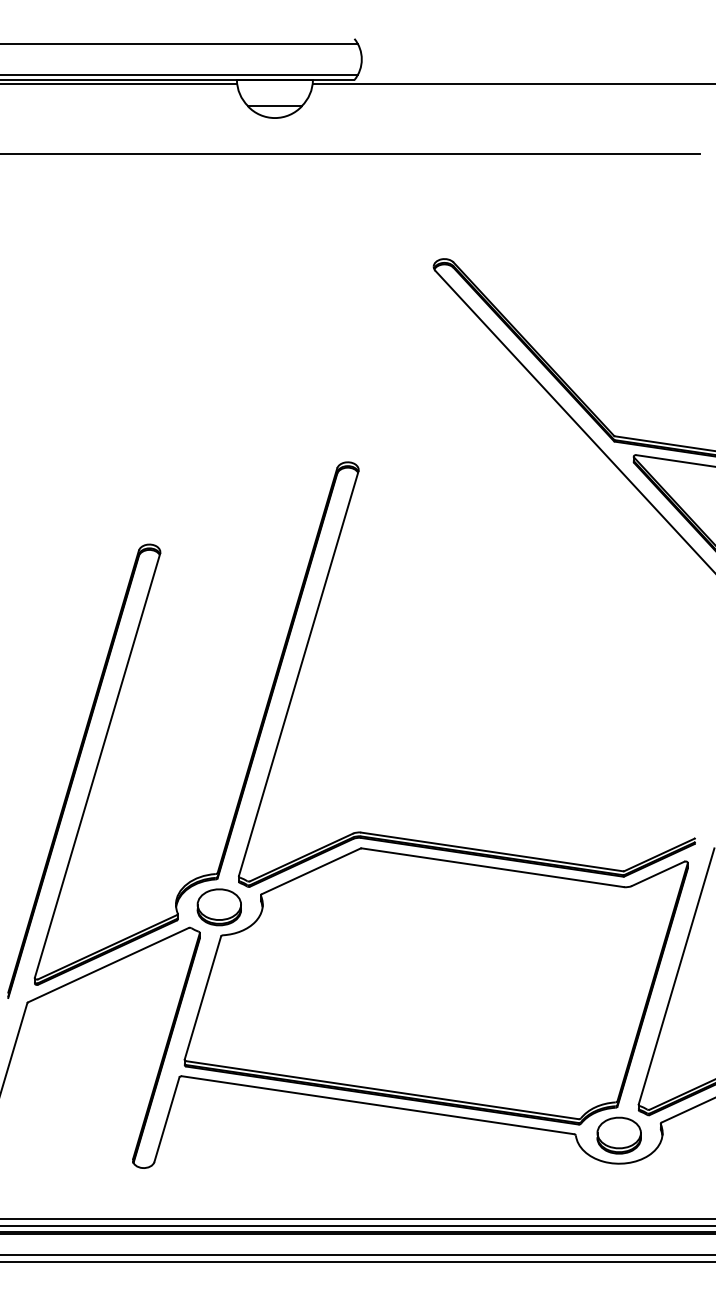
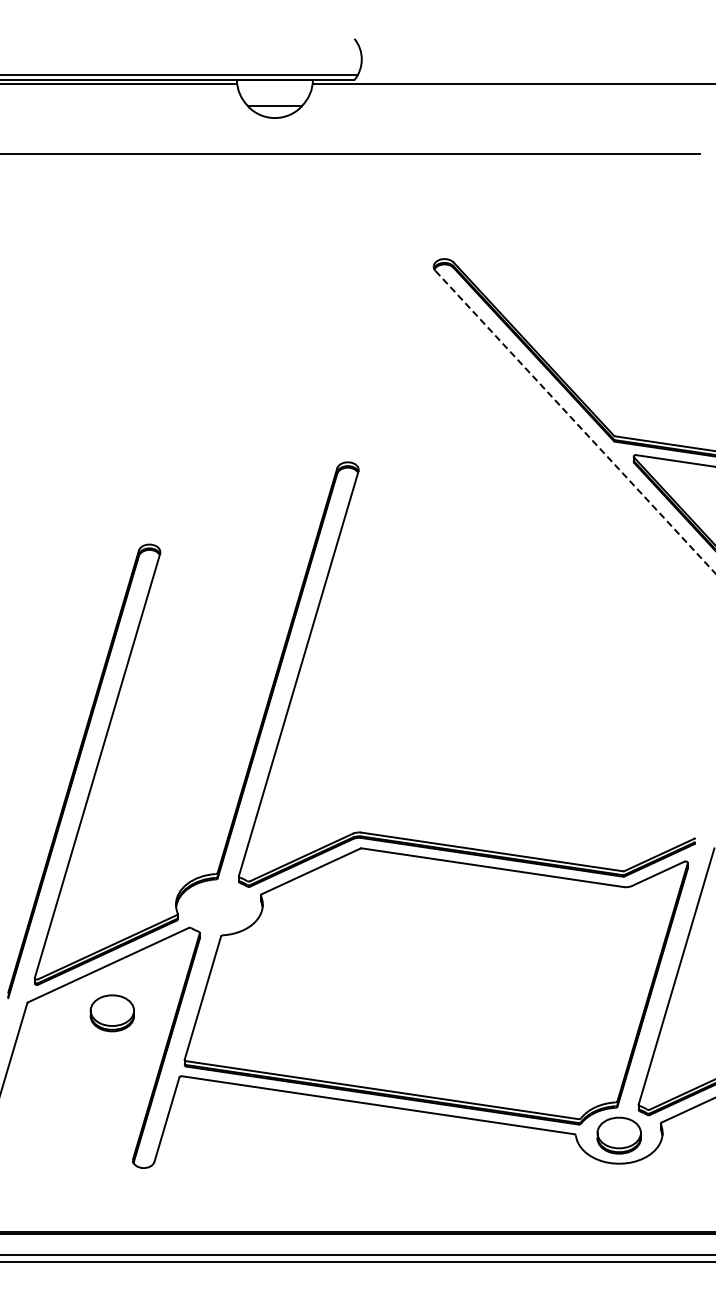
line at (180, 44): present -> none
line at (575, 422): solid -> dashed
part at (218, 907) position: (218, 907) -> (111, 1013)
line at (357, 1219): present -> none
line at (357, 1225): present -> none
